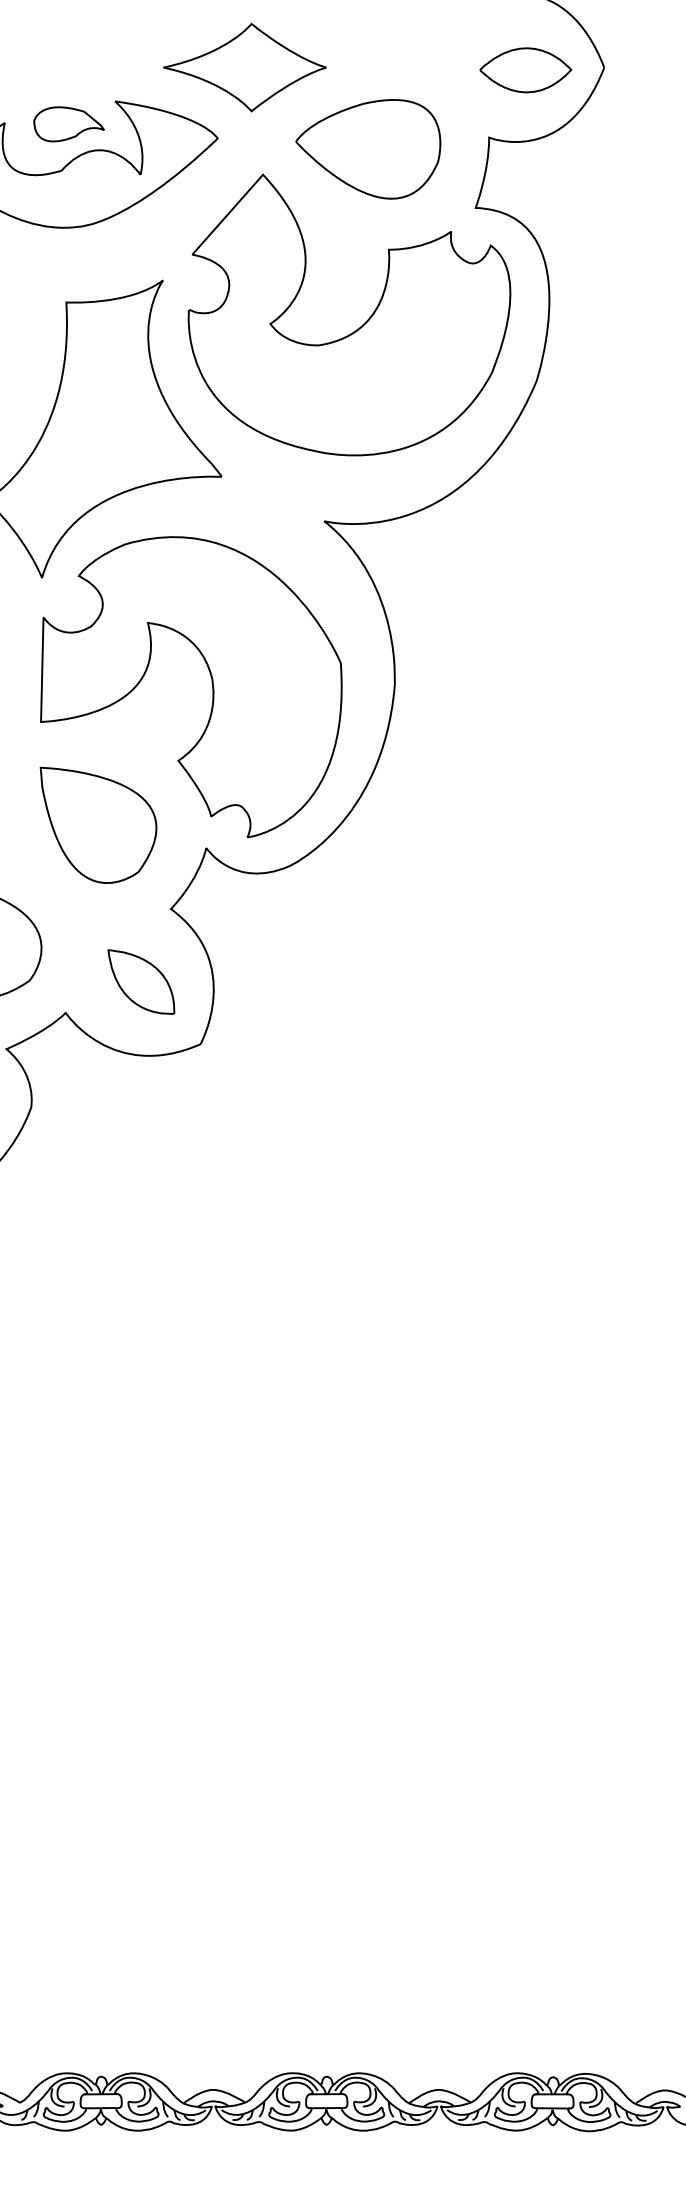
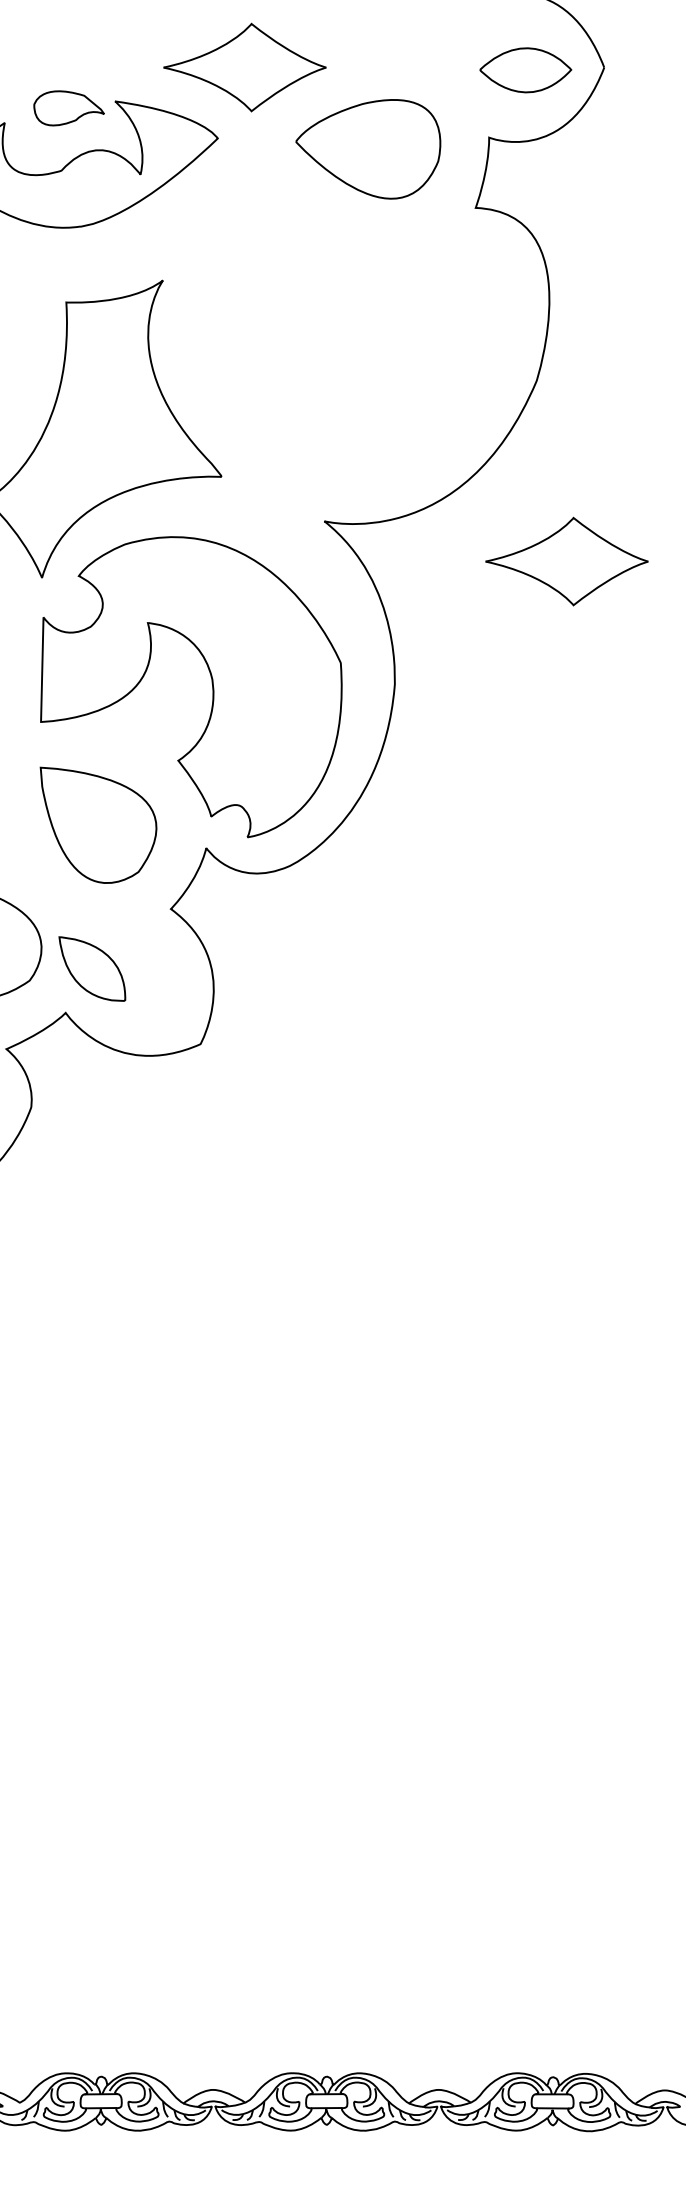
part at (68, 124) position: (68, 124) -> (68, 108)
part at (361, 325): present -> none
part at (566, 561): none -> present
part at (141, 981) position: (141, 981) -> (92, 968)
